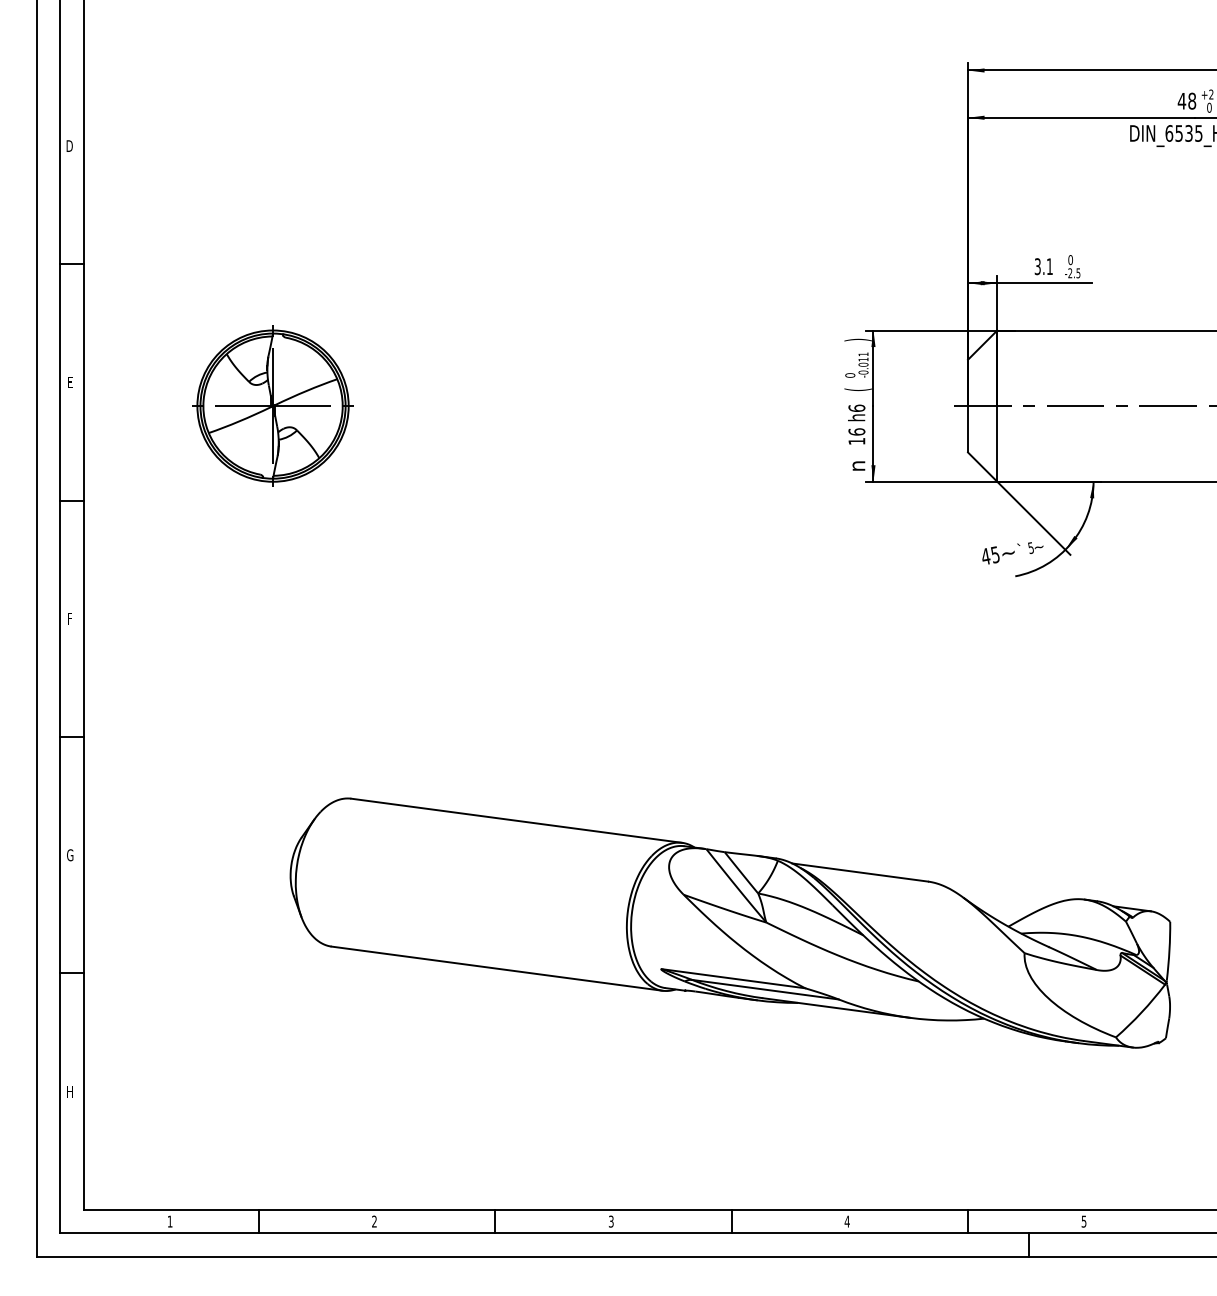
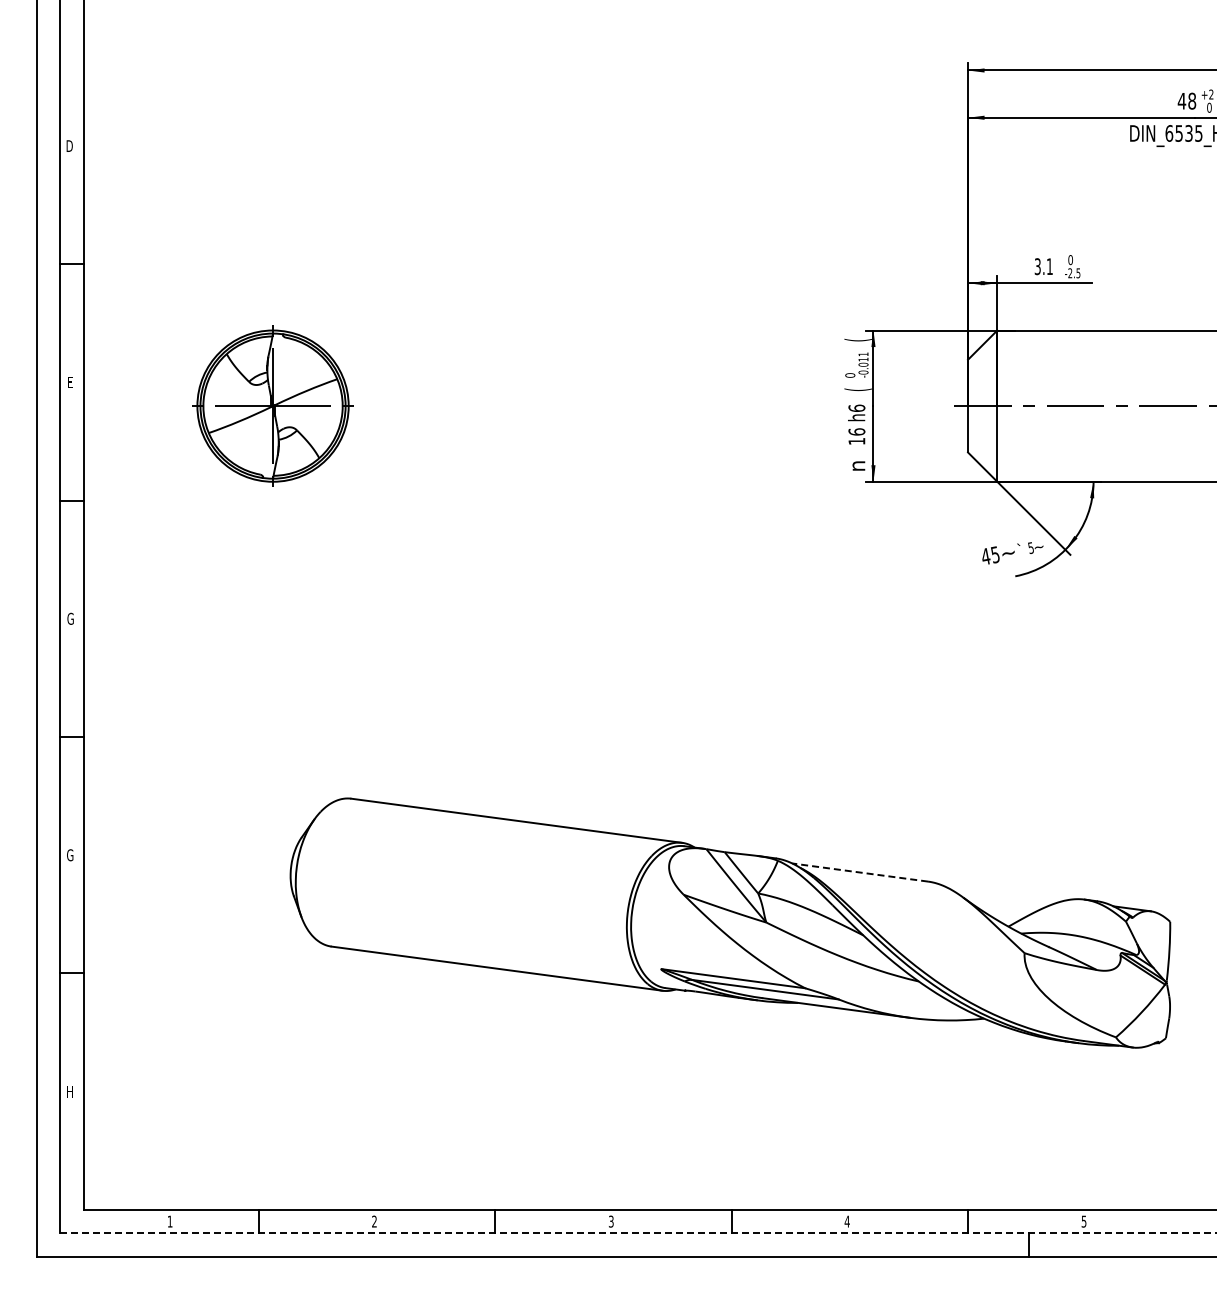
text at (857, 339): ) -> (
text at (70, 618): F -> G
line at (859, 872): solid -> dashed
line at (638, 1233): solid -> dashed
